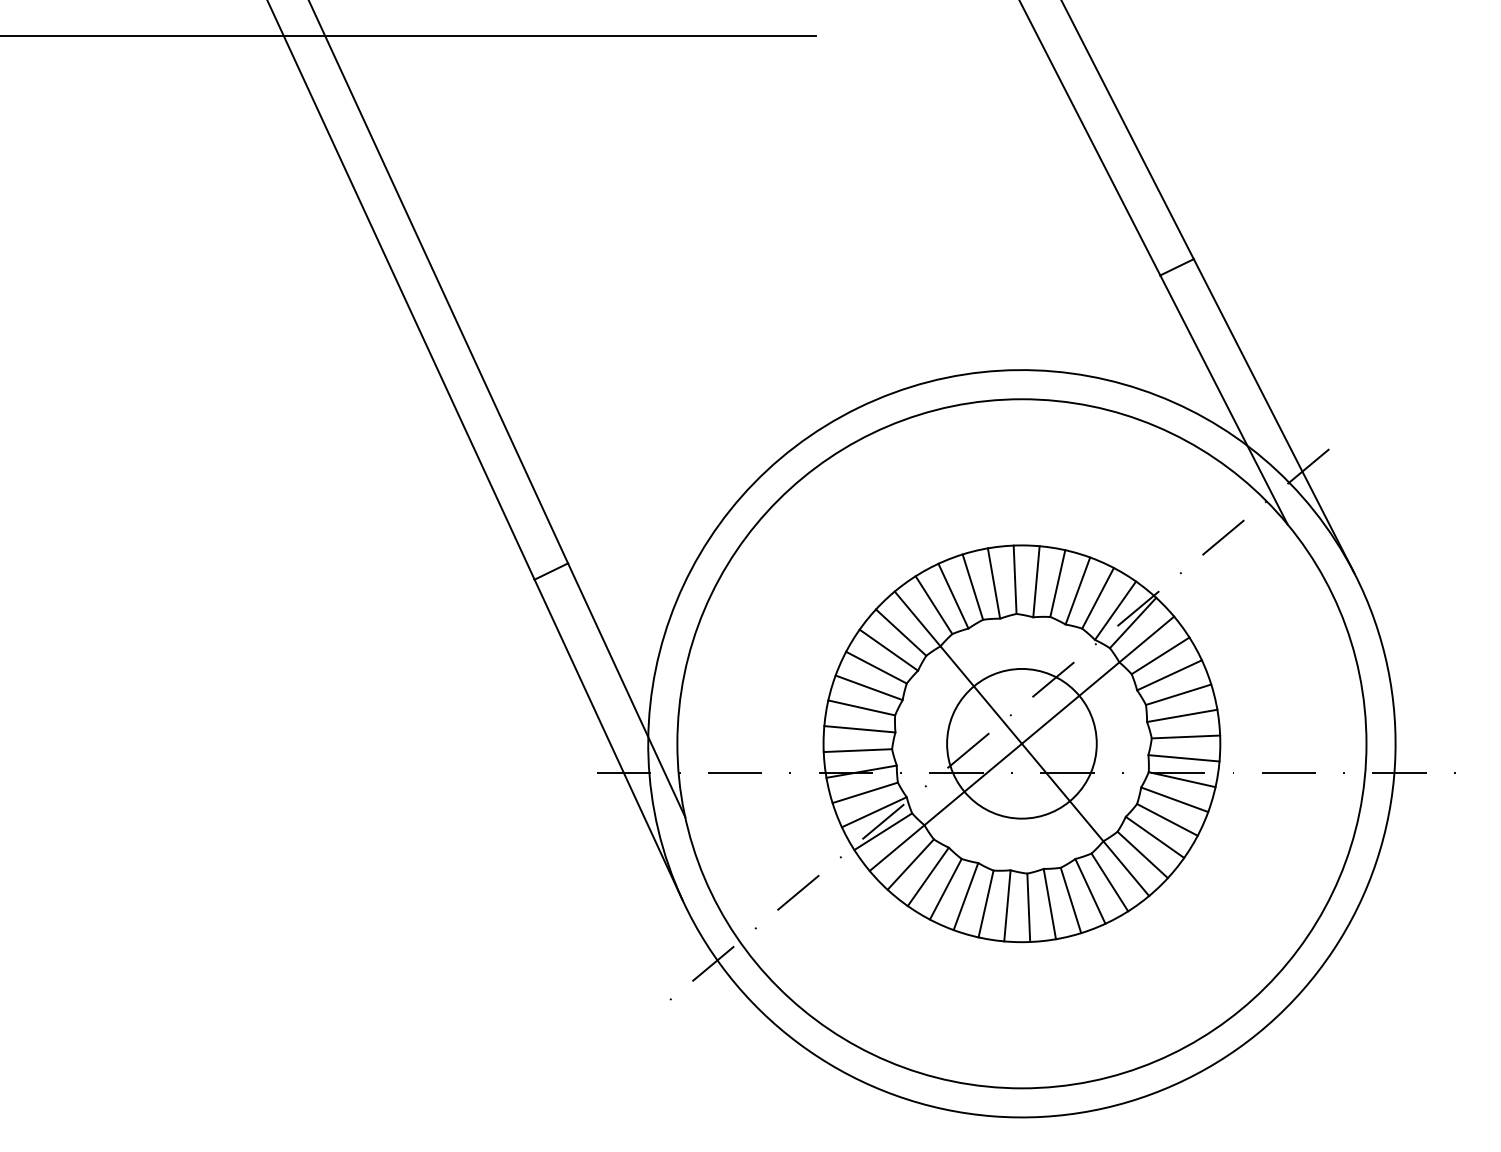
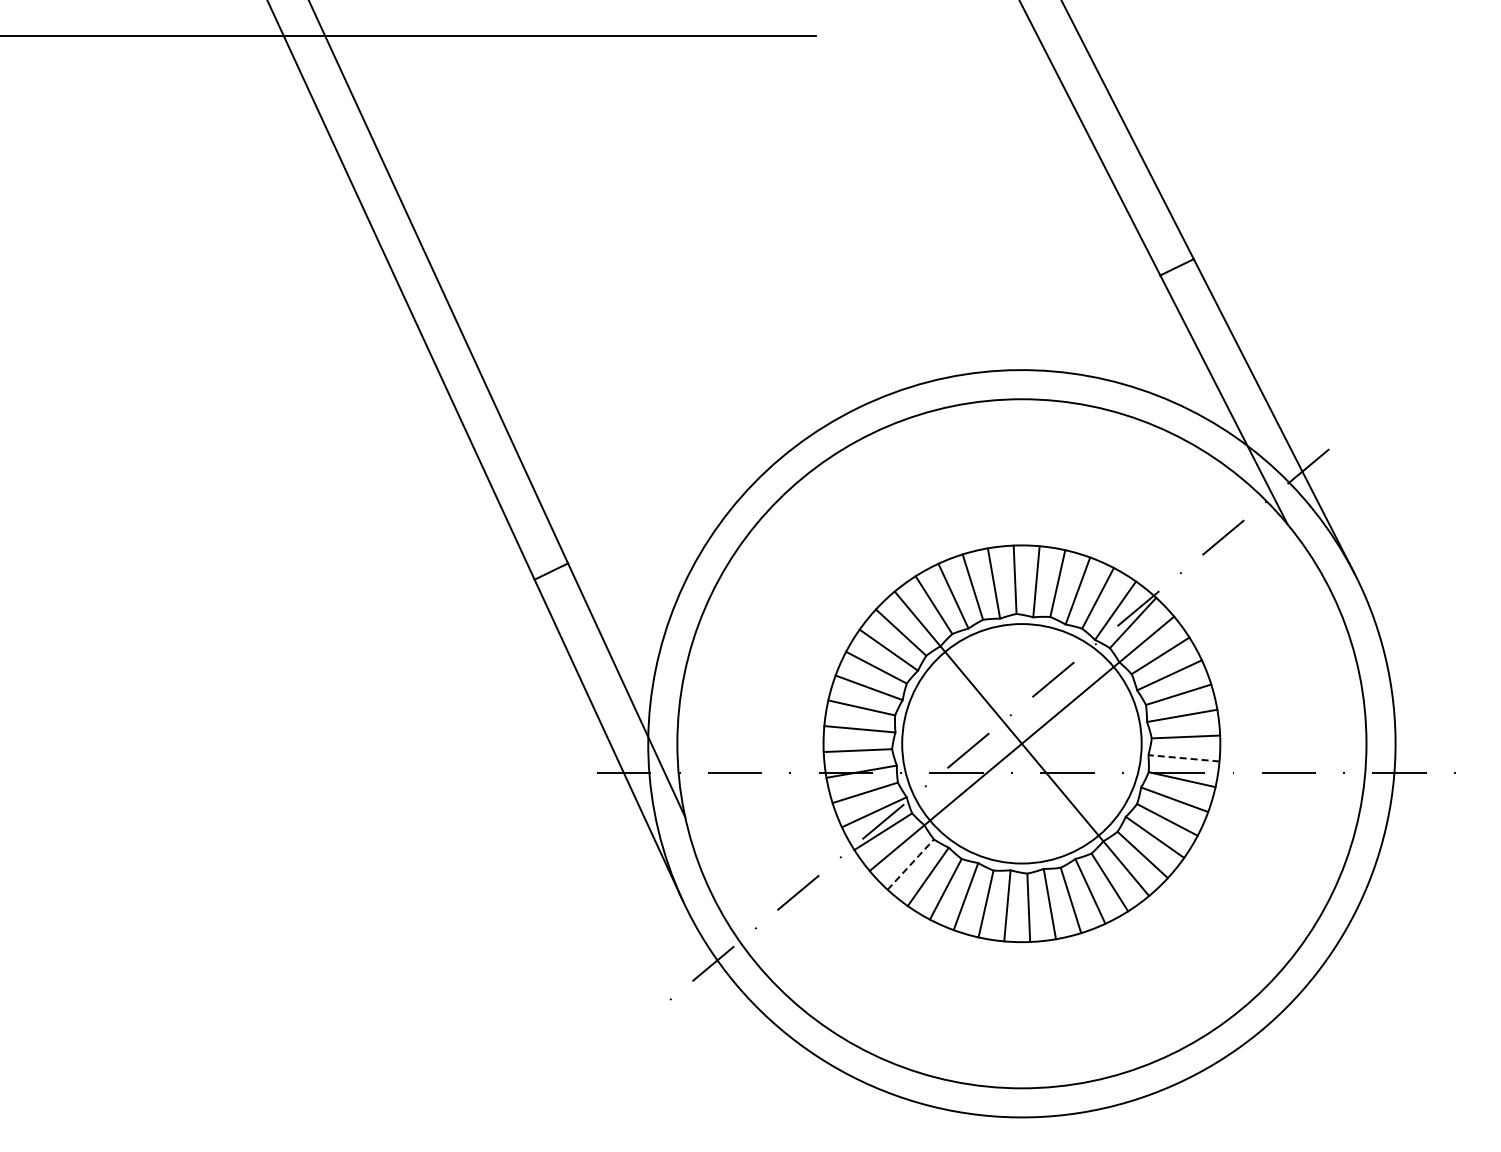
circle at (1021, 743) diameter: 150 px -> 239 px
line at (1183, 758): solid -> dashed
line at (911, 864): solid -> dashed
